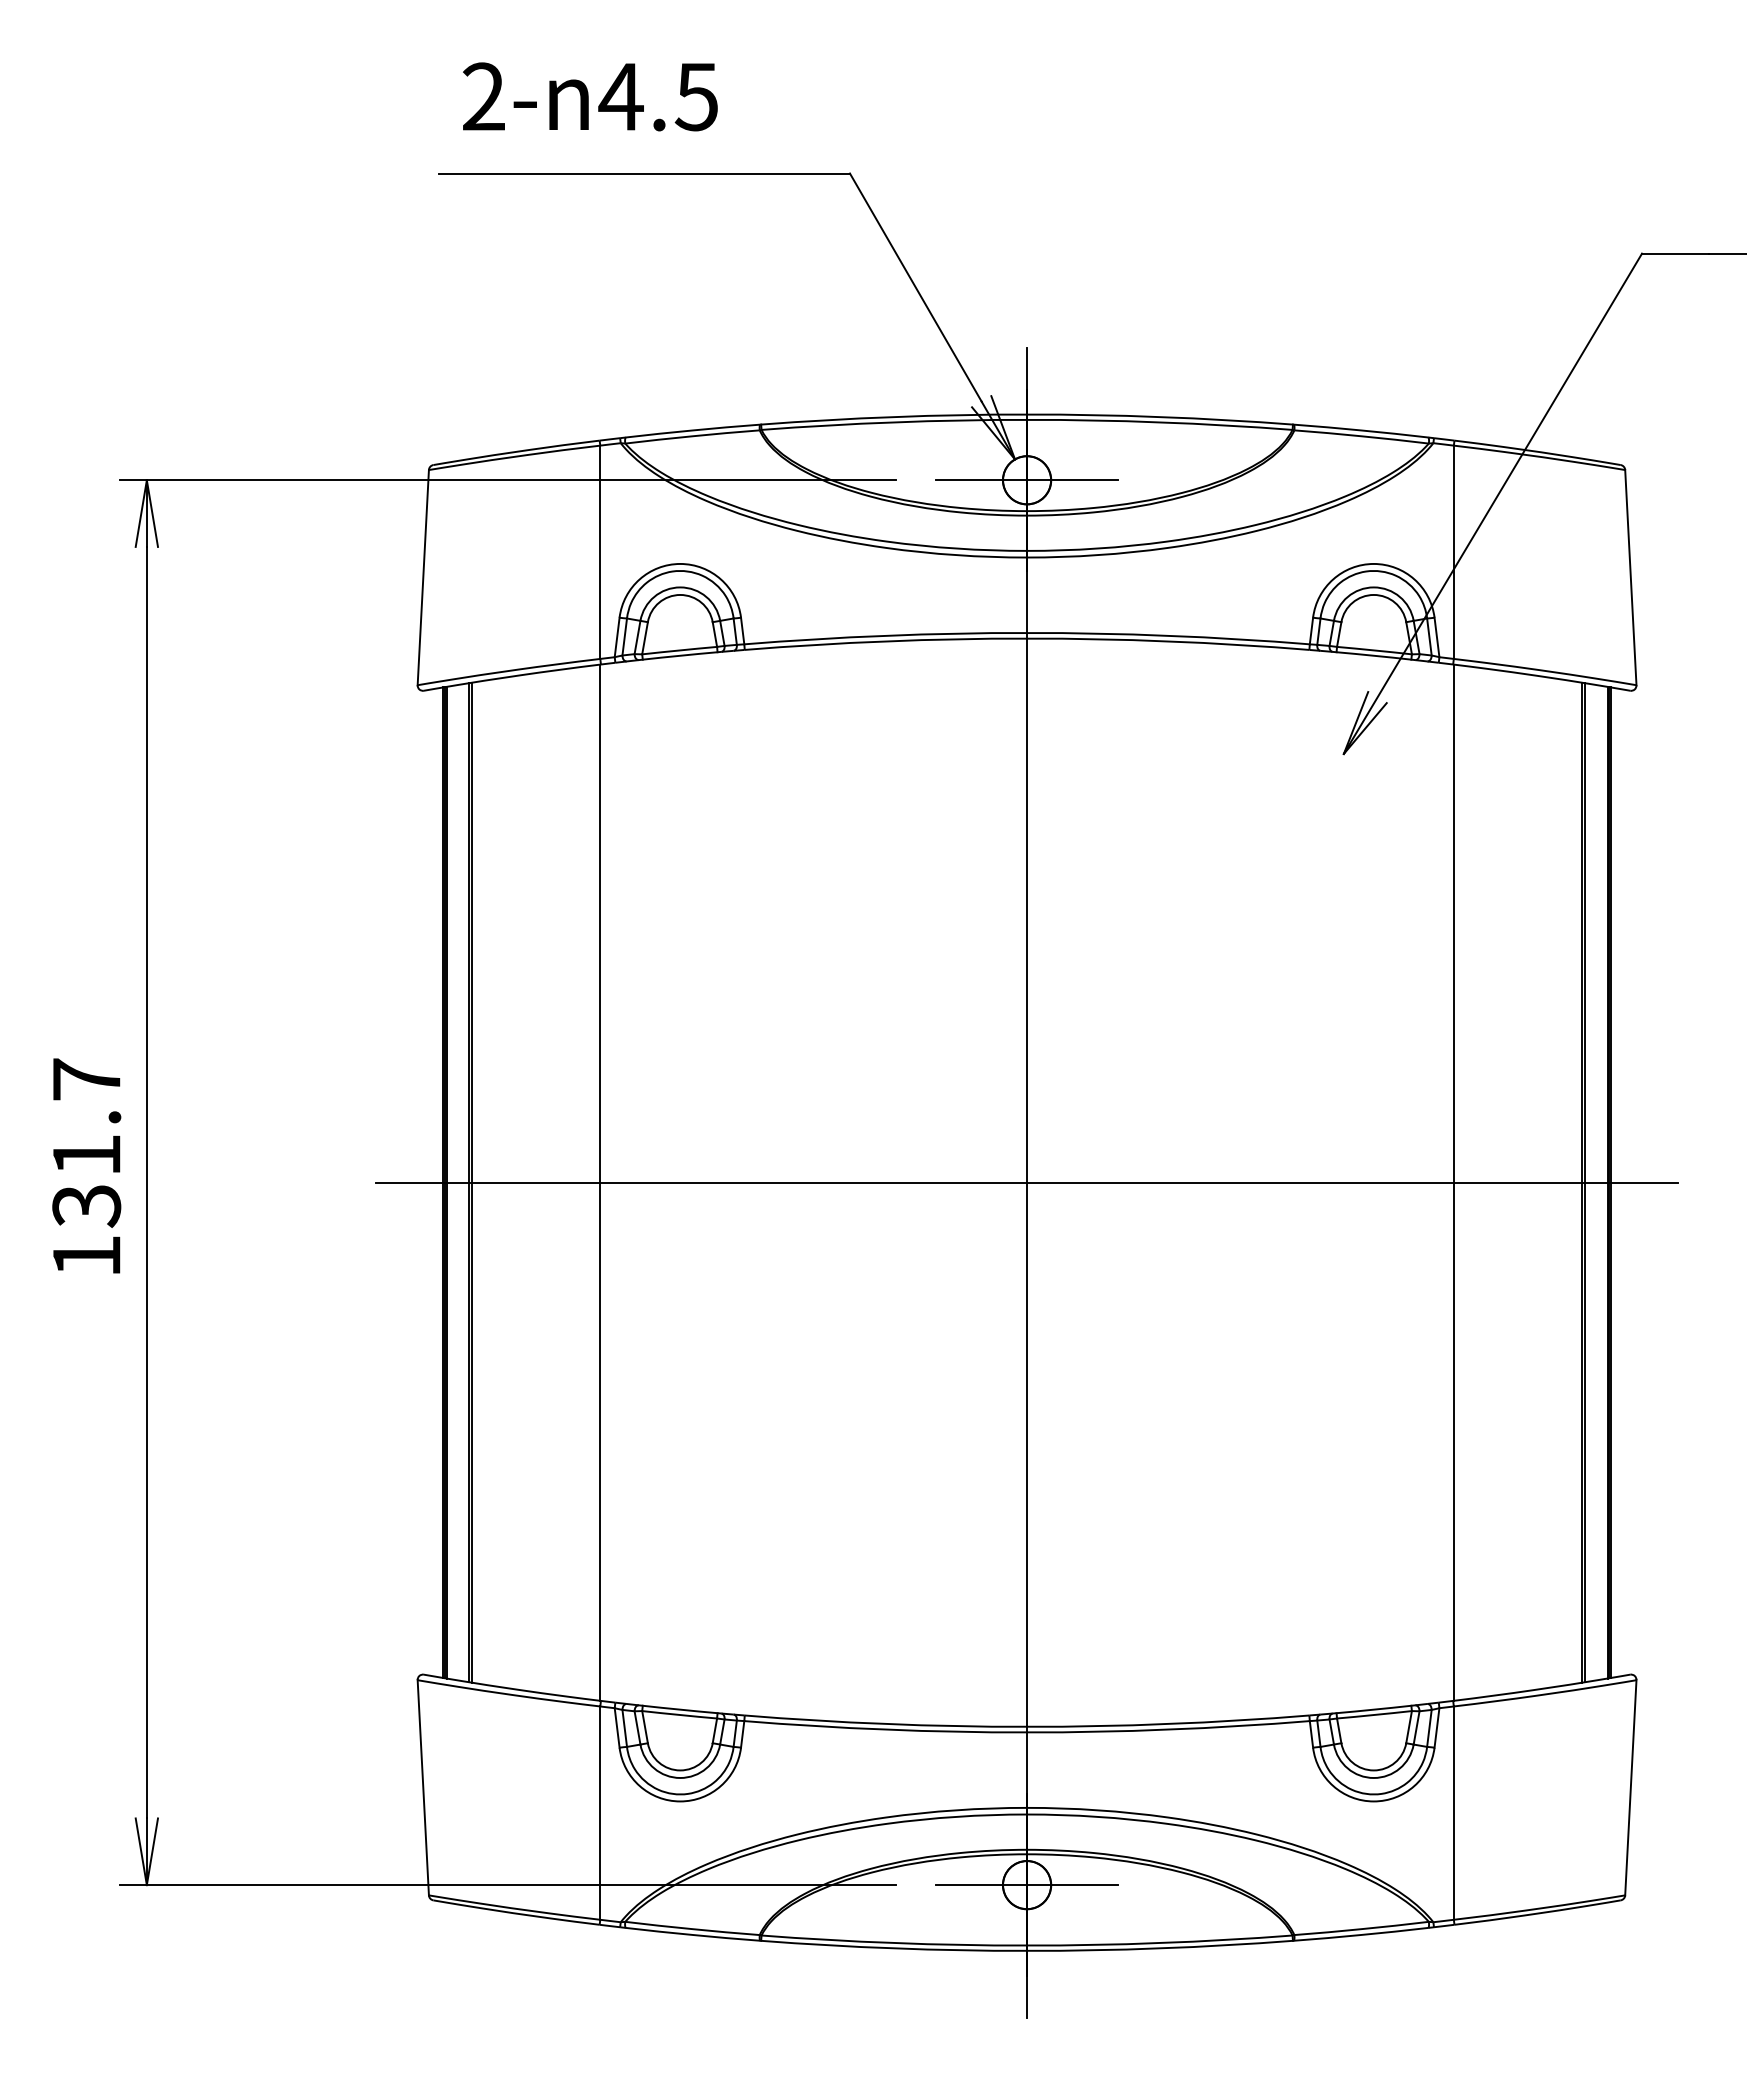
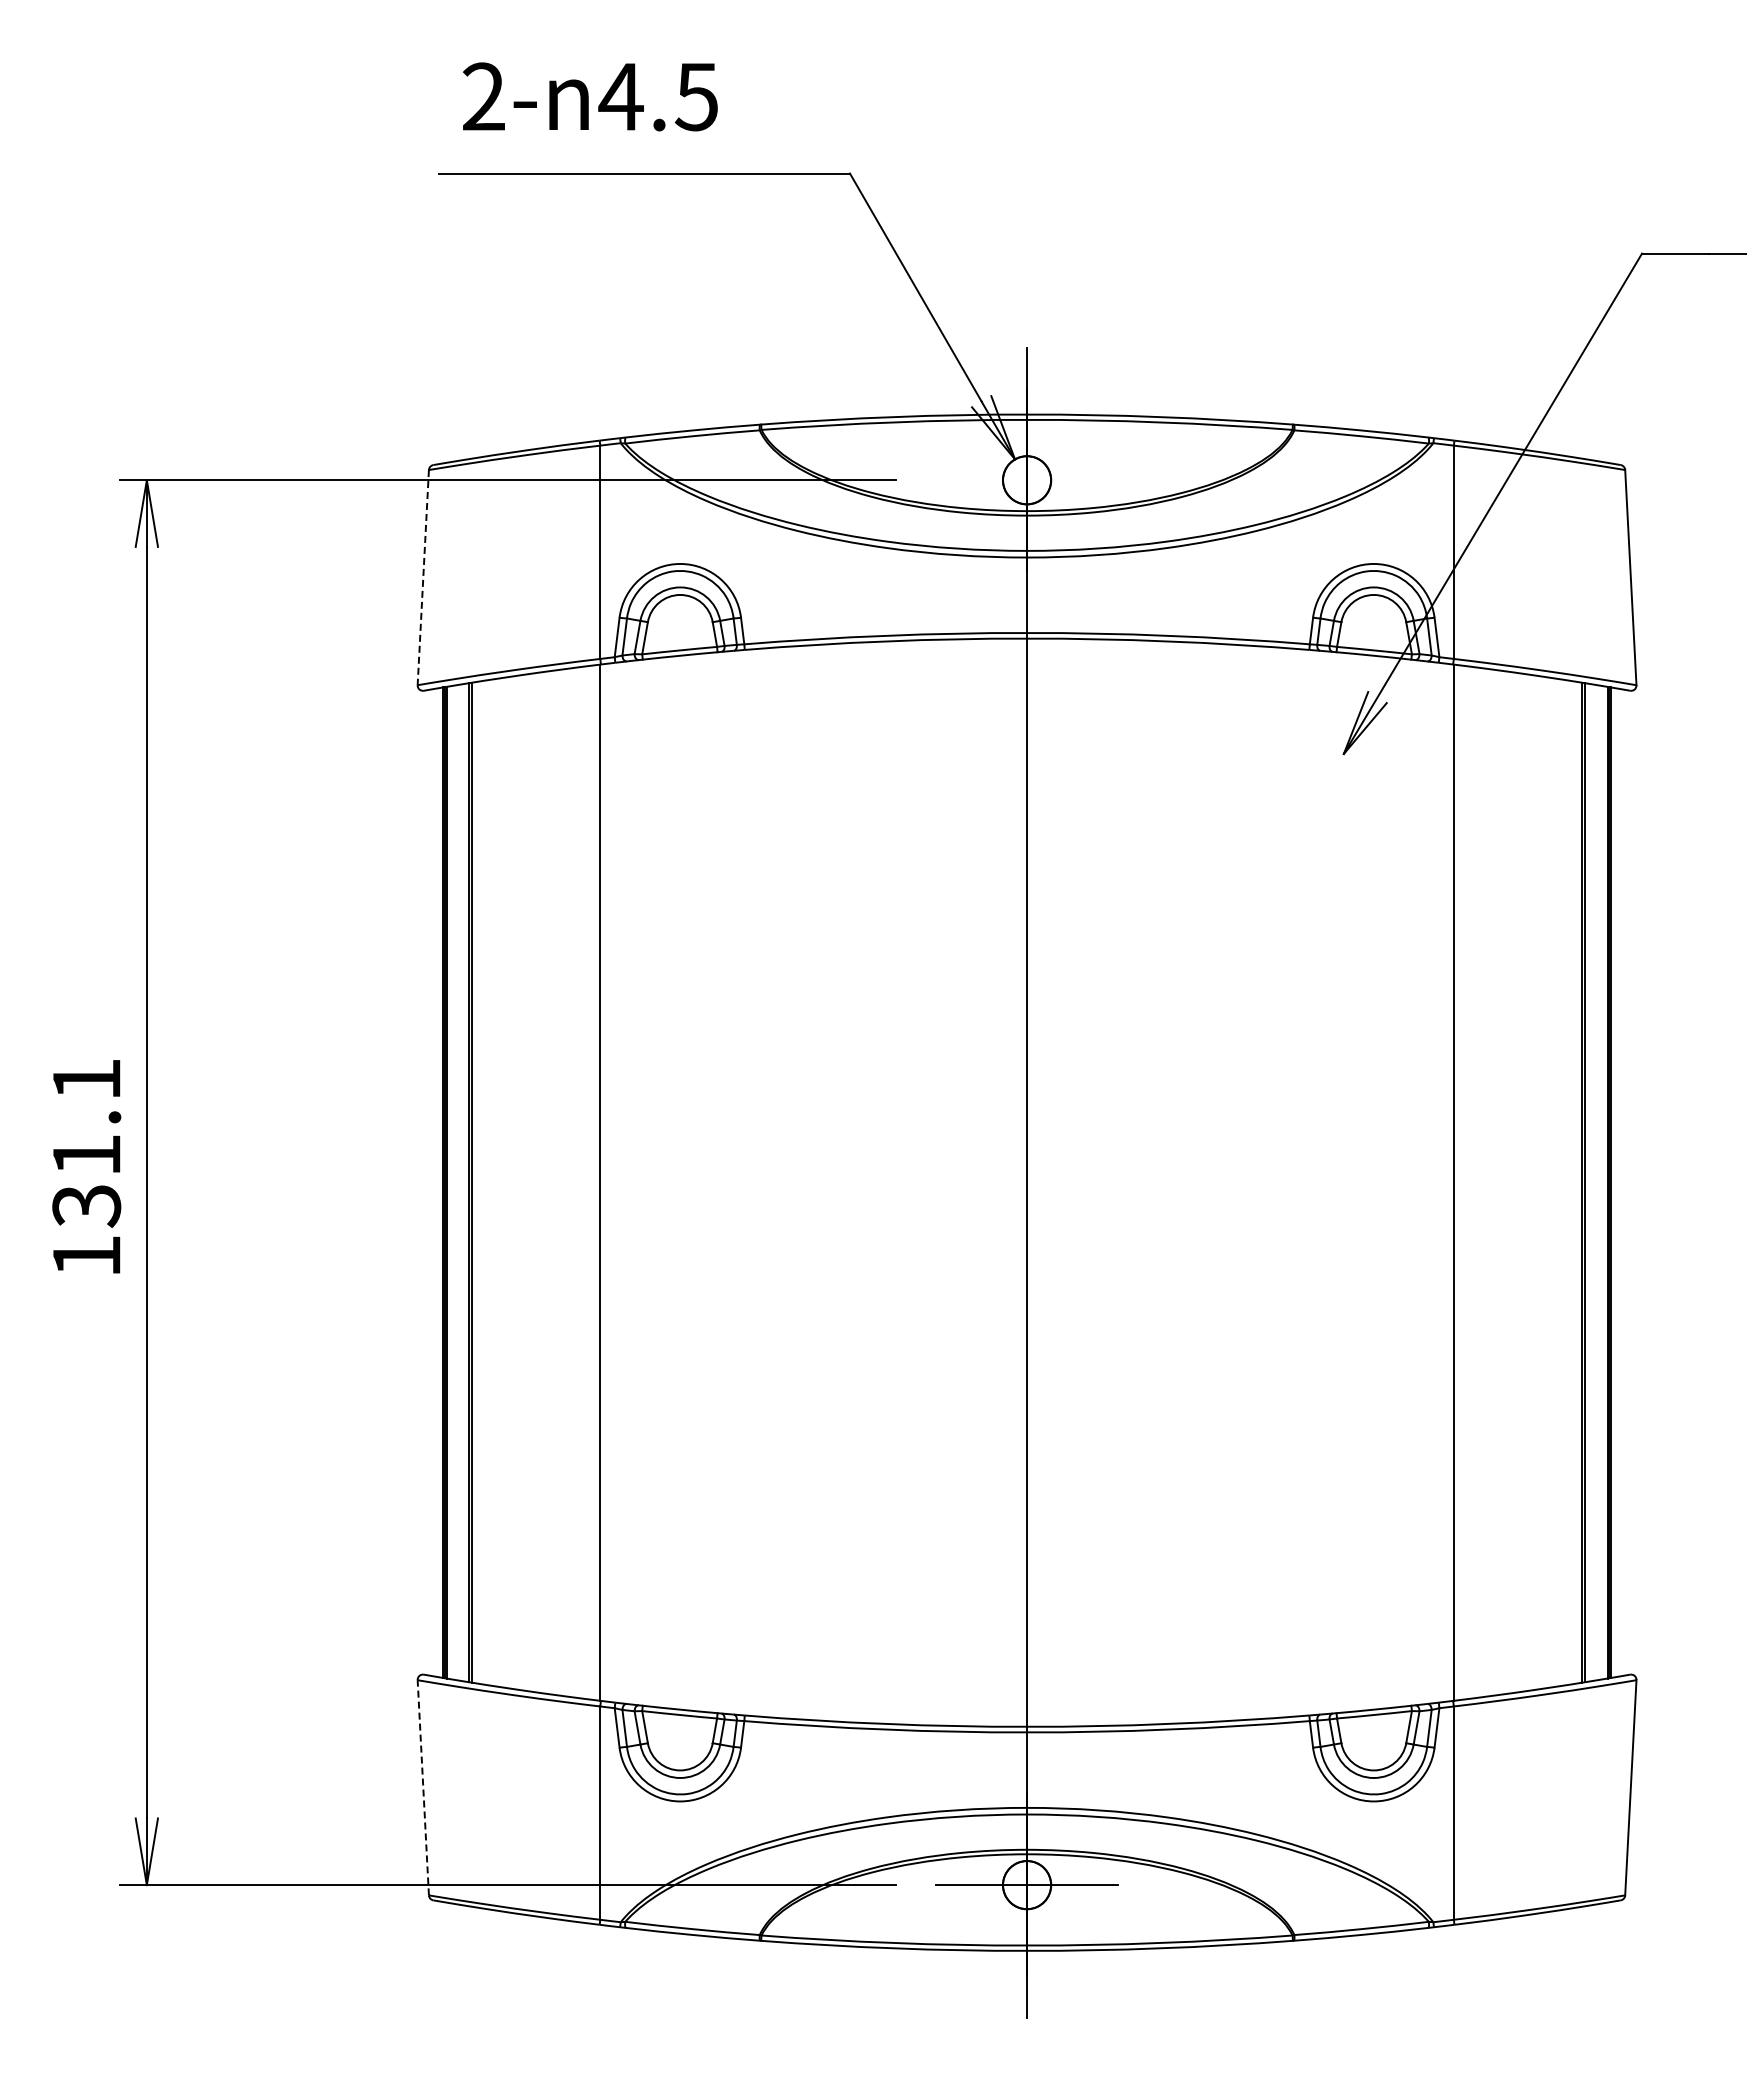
line at (1026, 480): present -> none
line at (423, 577): solid -> dashed
text at (86, 1079): 131.7 -> 131.1
line at (1026, 1182): present -> none
line at (423, 1787): solid -> dashed
